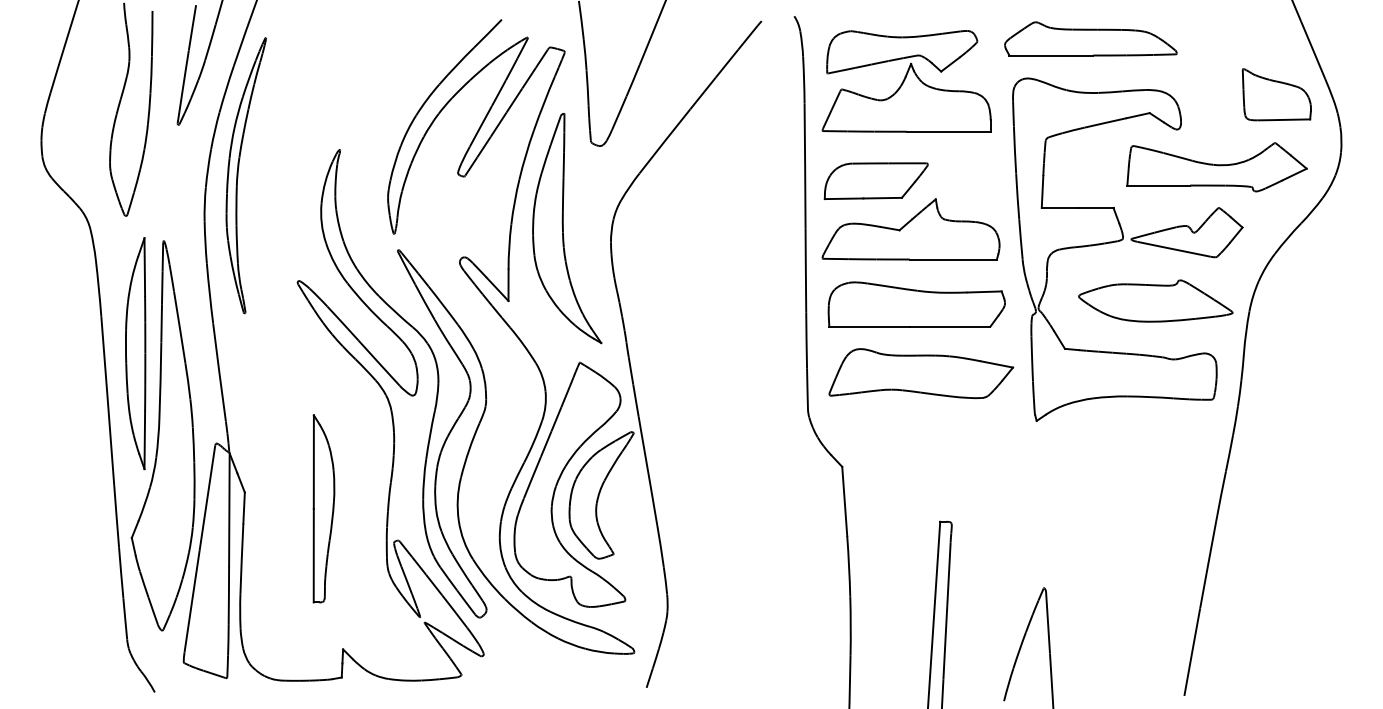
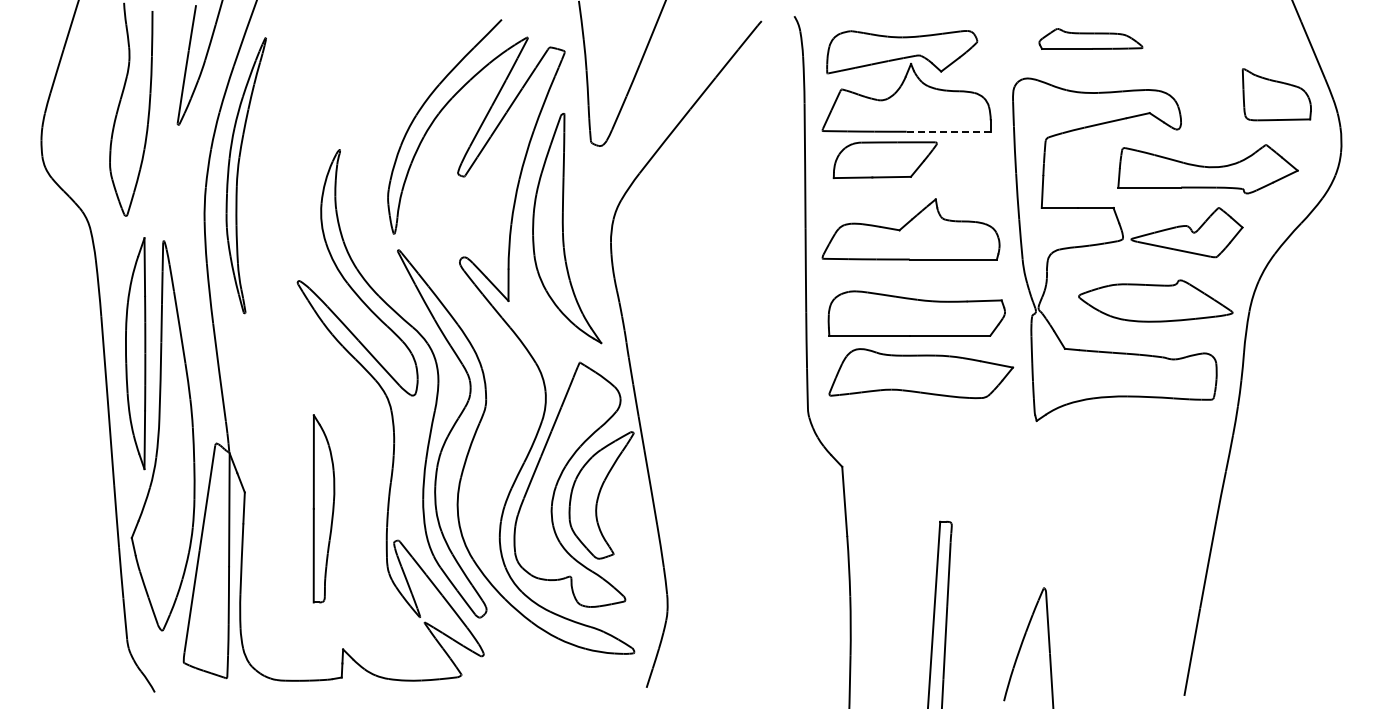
part at (1090, 38) size: 174x36 px -> 106x22 px
line at (948, 131): solid -> dashed
part at (1216, 167) position: (1216, 167) -> (1207, 169)
part at (875, 180) position: (875, 180) -> (884, 159)
part at (916, 304) position: (916, 304) -> (916, 313)
